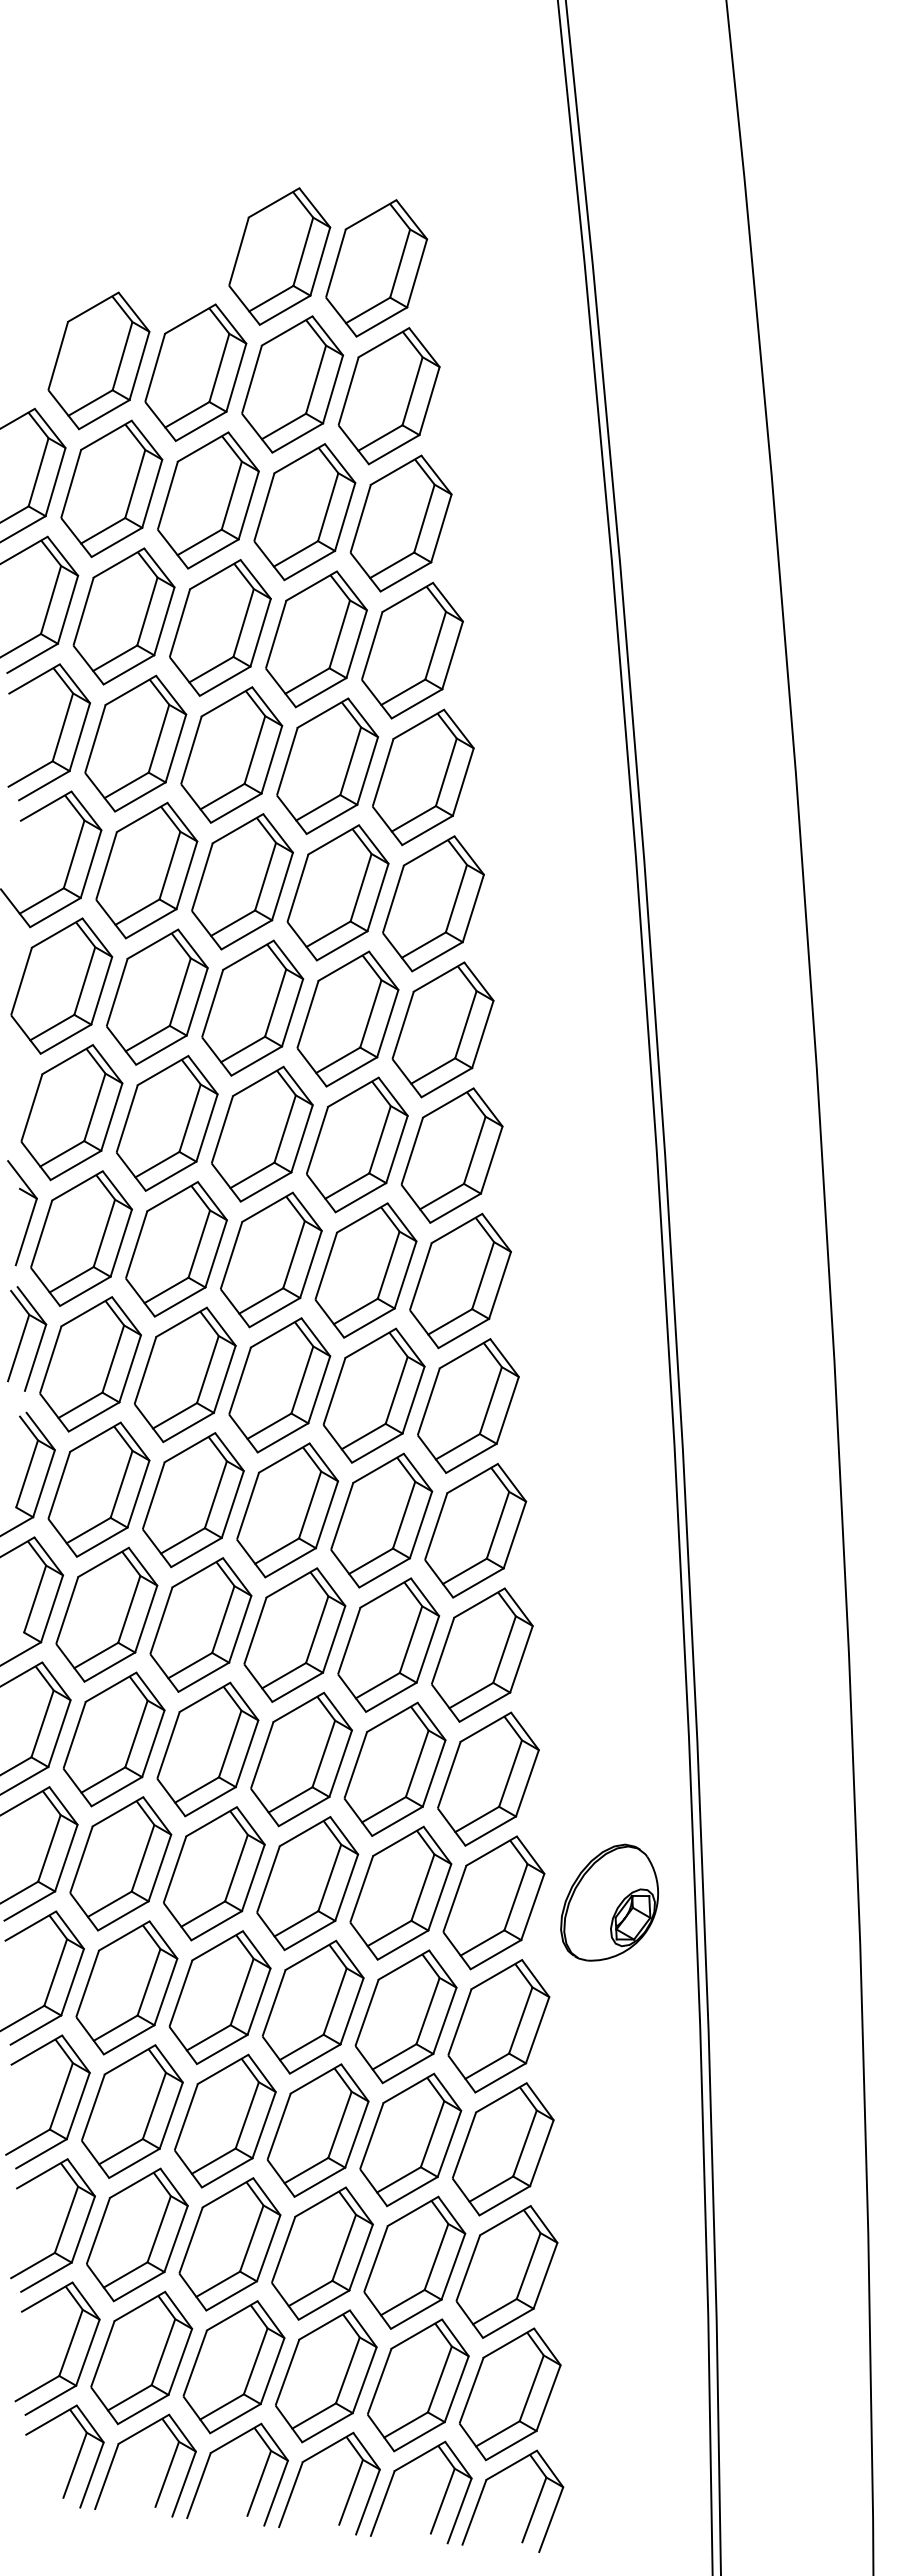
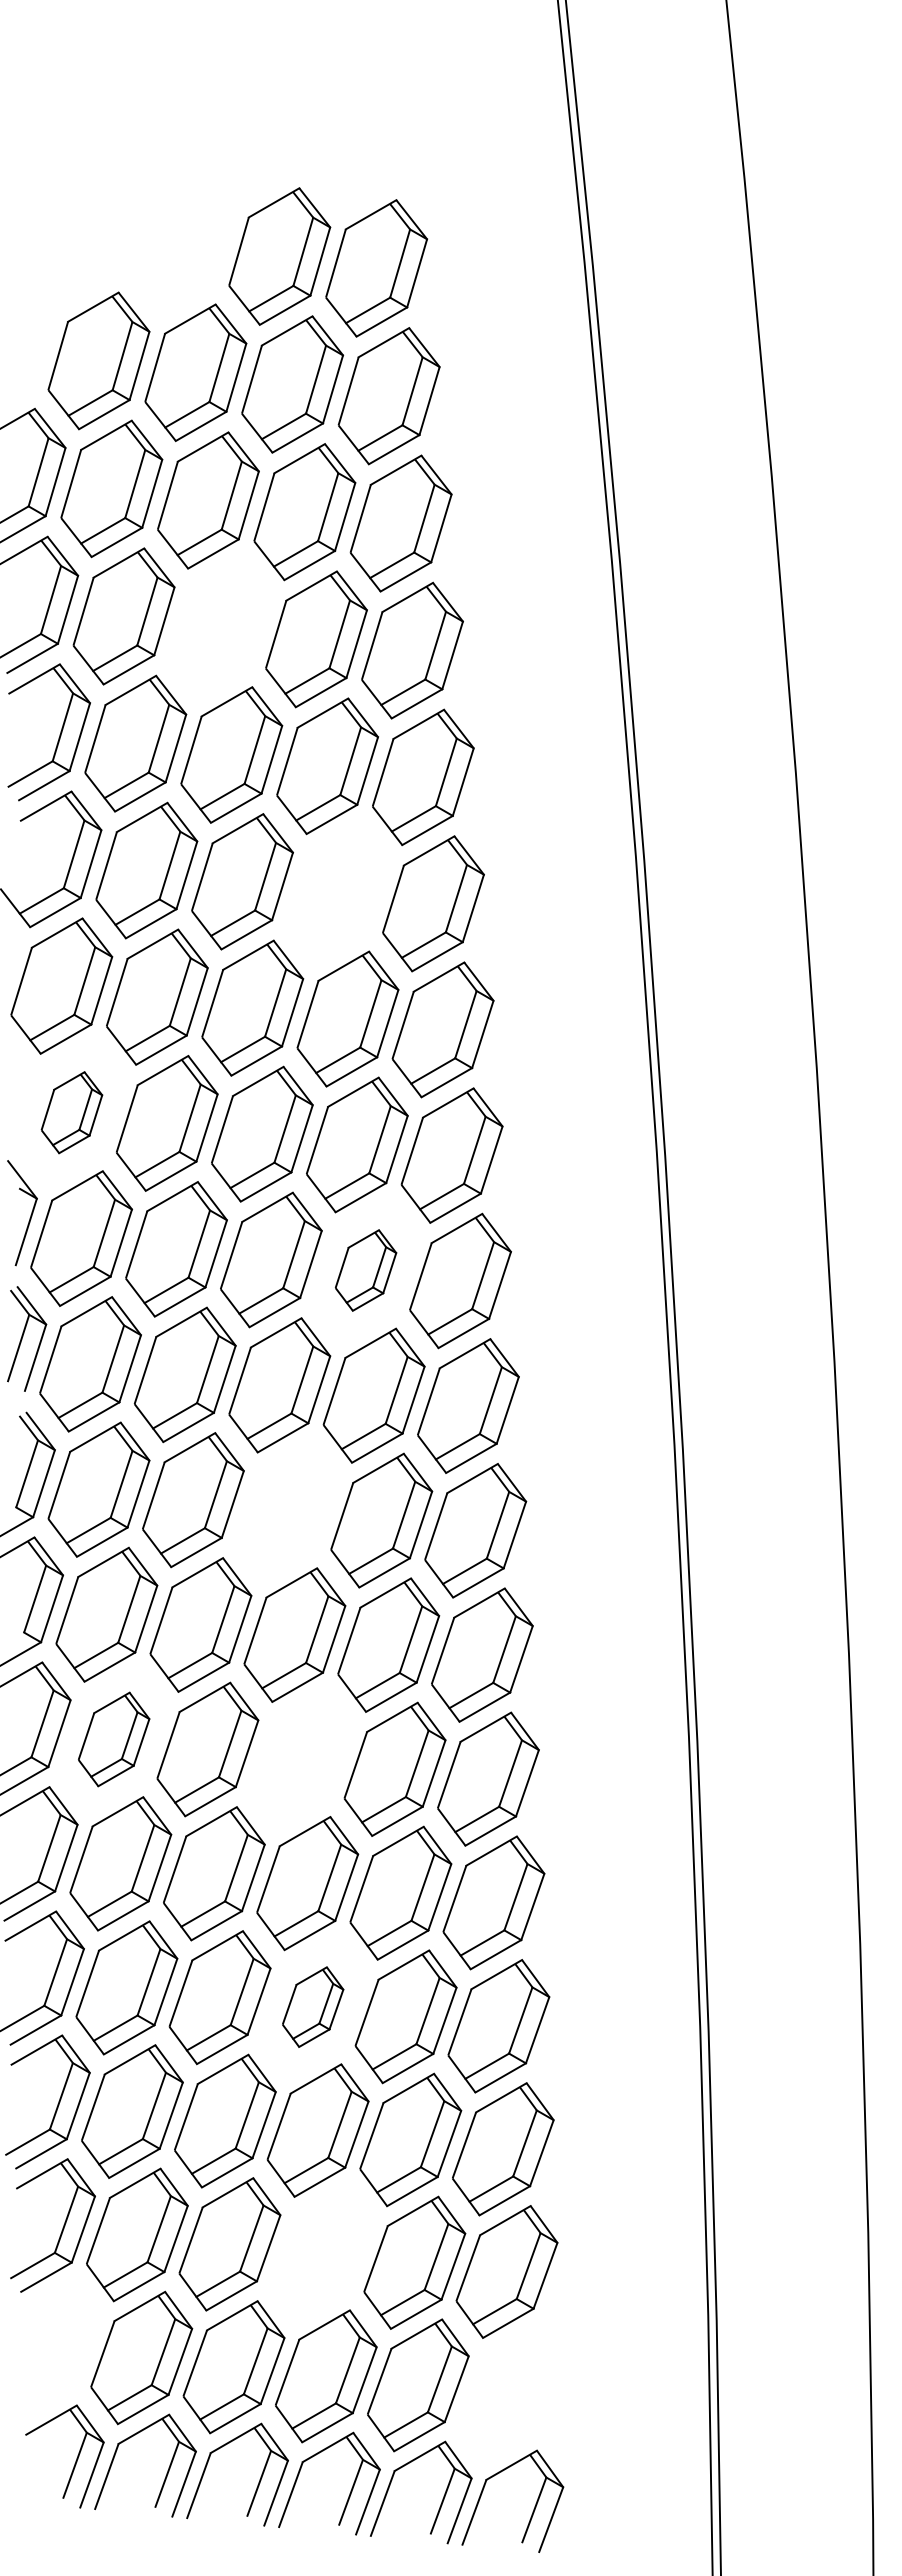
part at (220, 627): present -> none
part at (337, 892): present -> none
part at (71, 1112) size: 104x138 px -> 64x84 px
part at (365, 1270) size: 104x137 px -> 64x83 px
part at (287, 1510): present -> none
part at (113, 1739) size: 104x137 px -> 73x97 px
part at (301, 1759): present -> none
part at (609, 1902): present -> none
part at (312, 2006) size: 104x136 px -> 63x82 px
part at (322, 2253): present -> none
part at (66, 2352): present -> none
part at (510, 2394): present -> none
